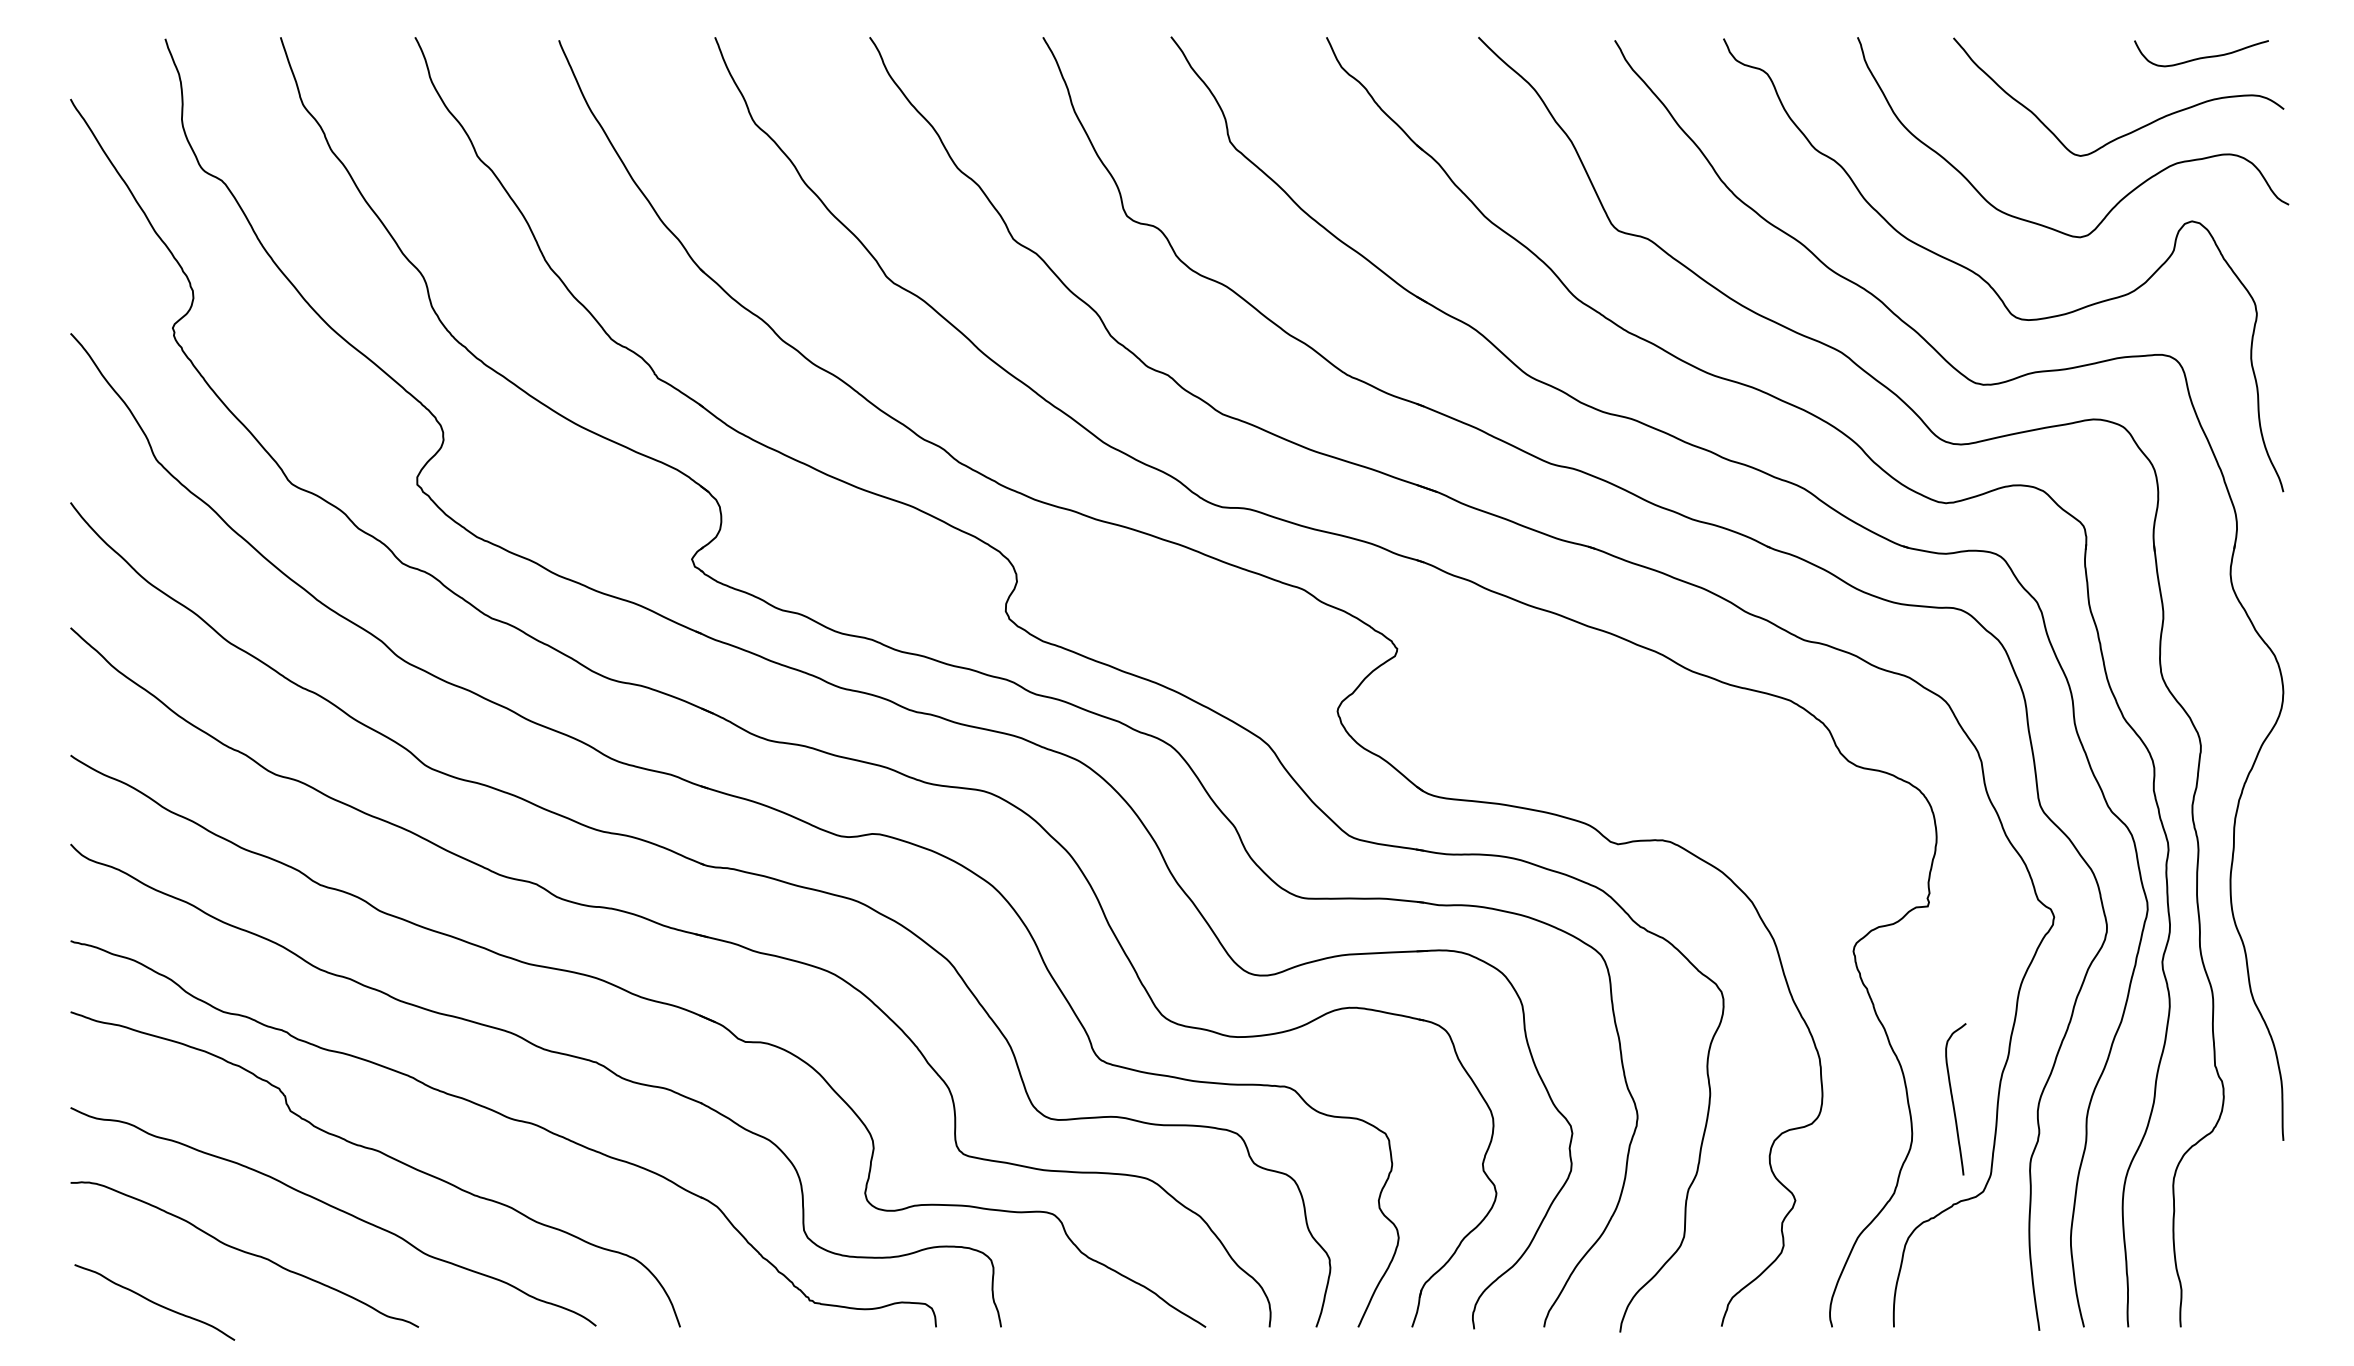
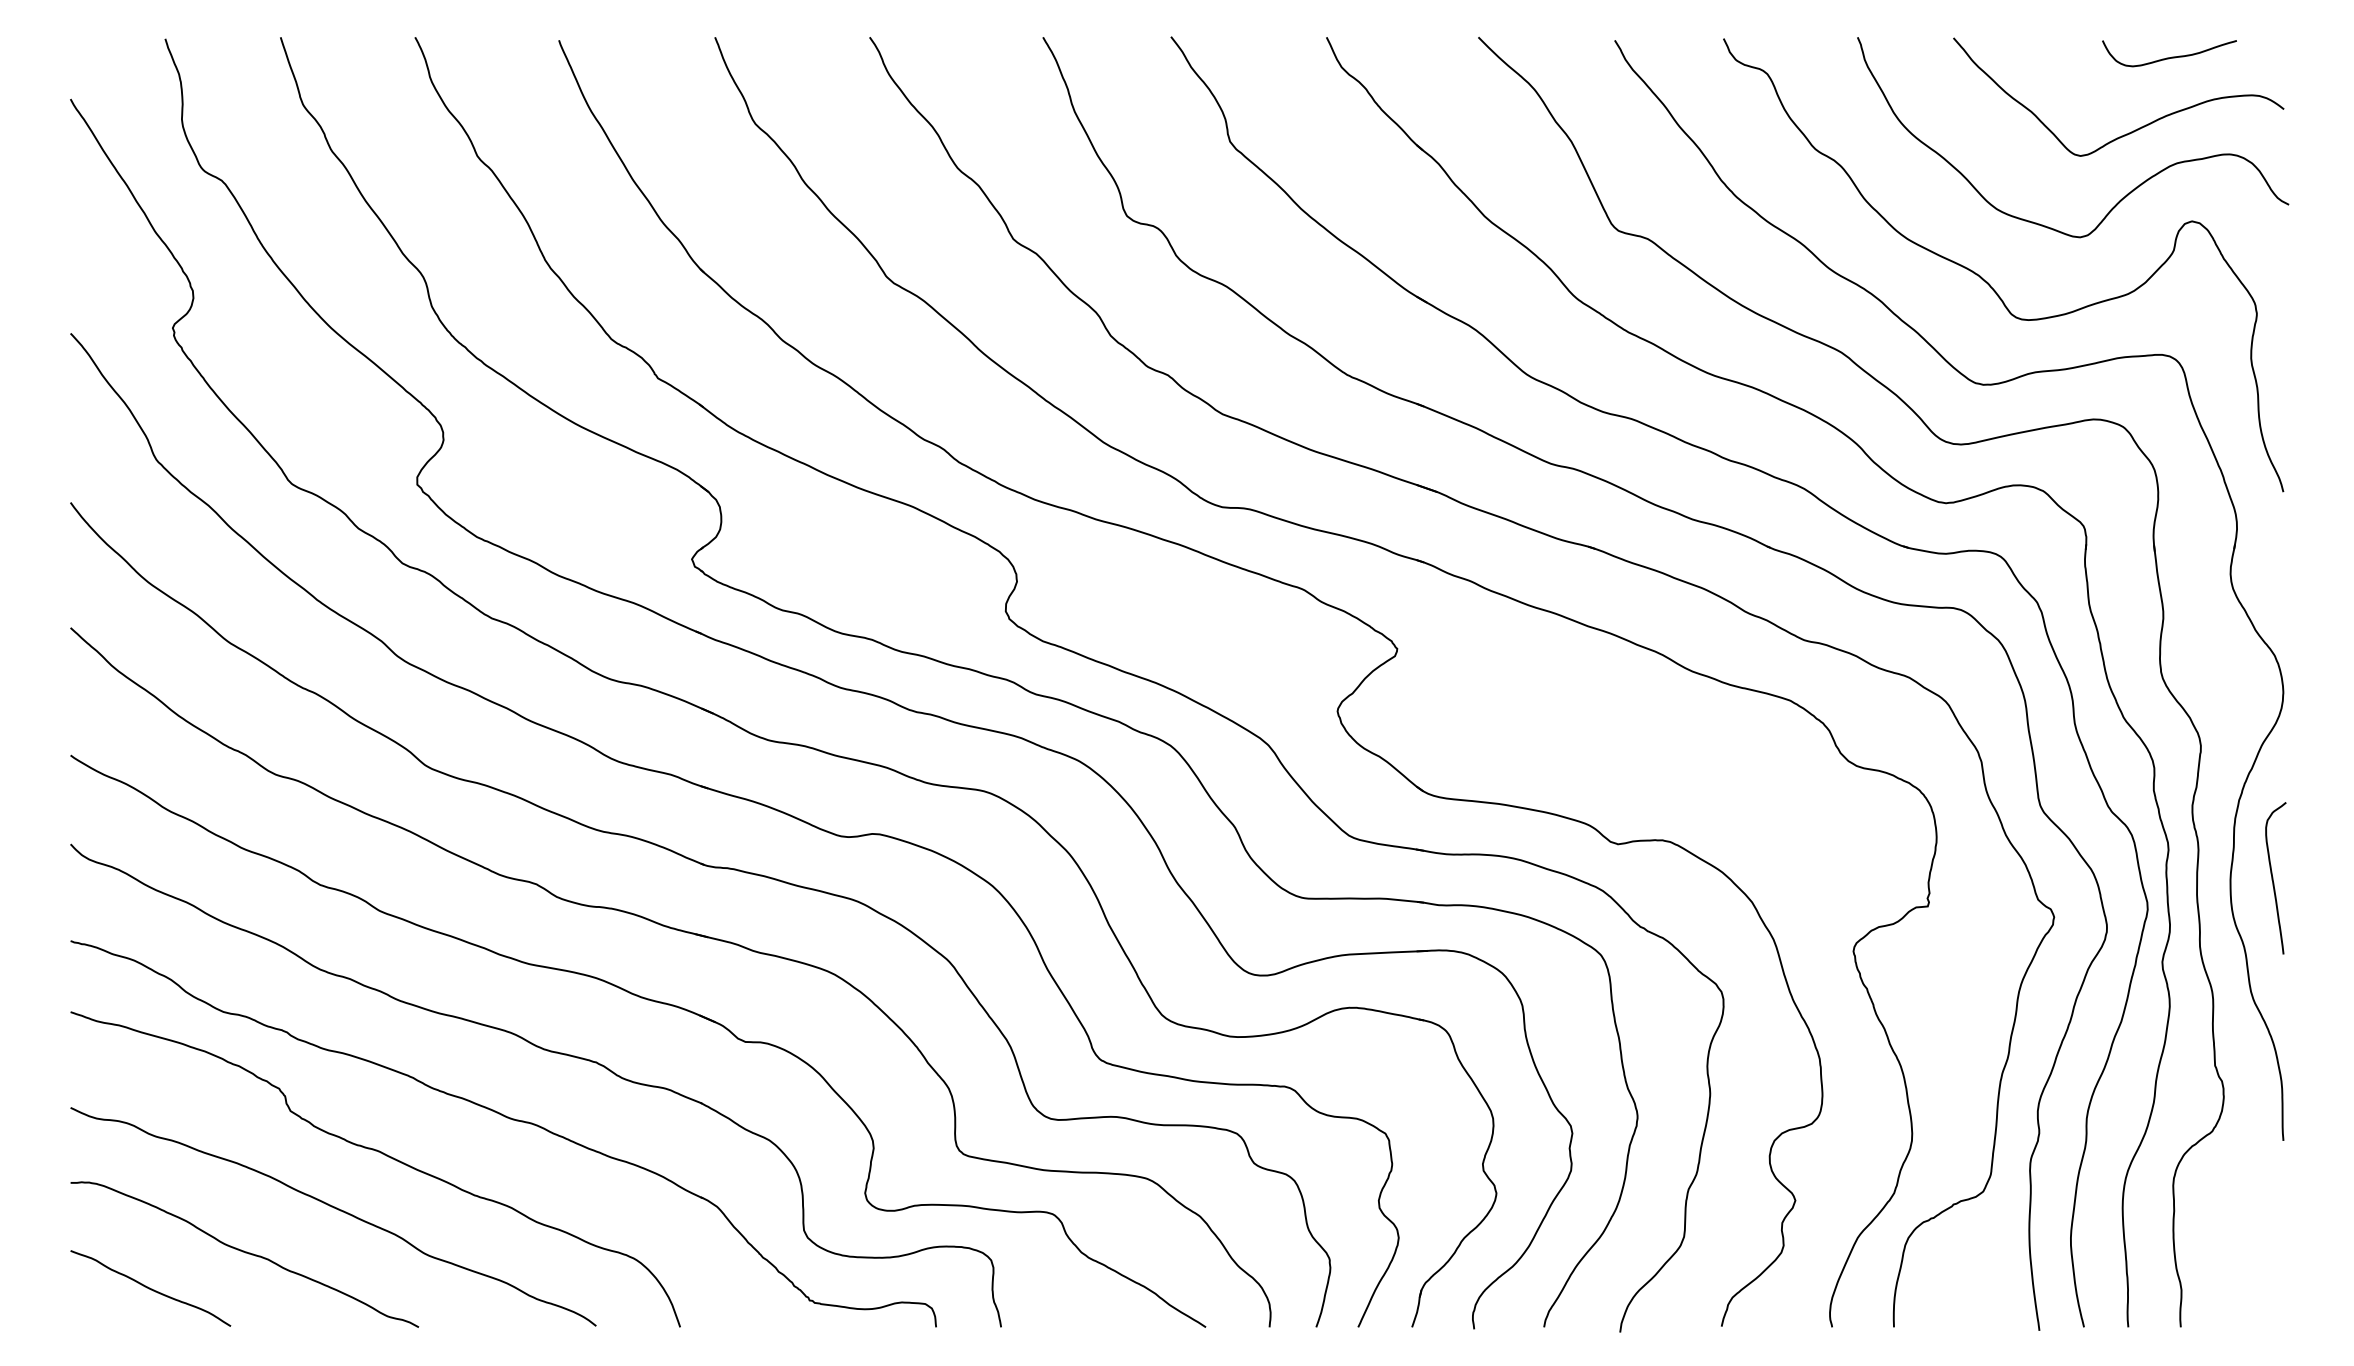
curve at (2203, 56) position: (2203, 56) -> (2171, 56)
curve at (1953, 1099) position: (1953, 1099) -> (2273, 878)
curve at (154, 1302) position: (154, 1302) -> (150, 1288)
